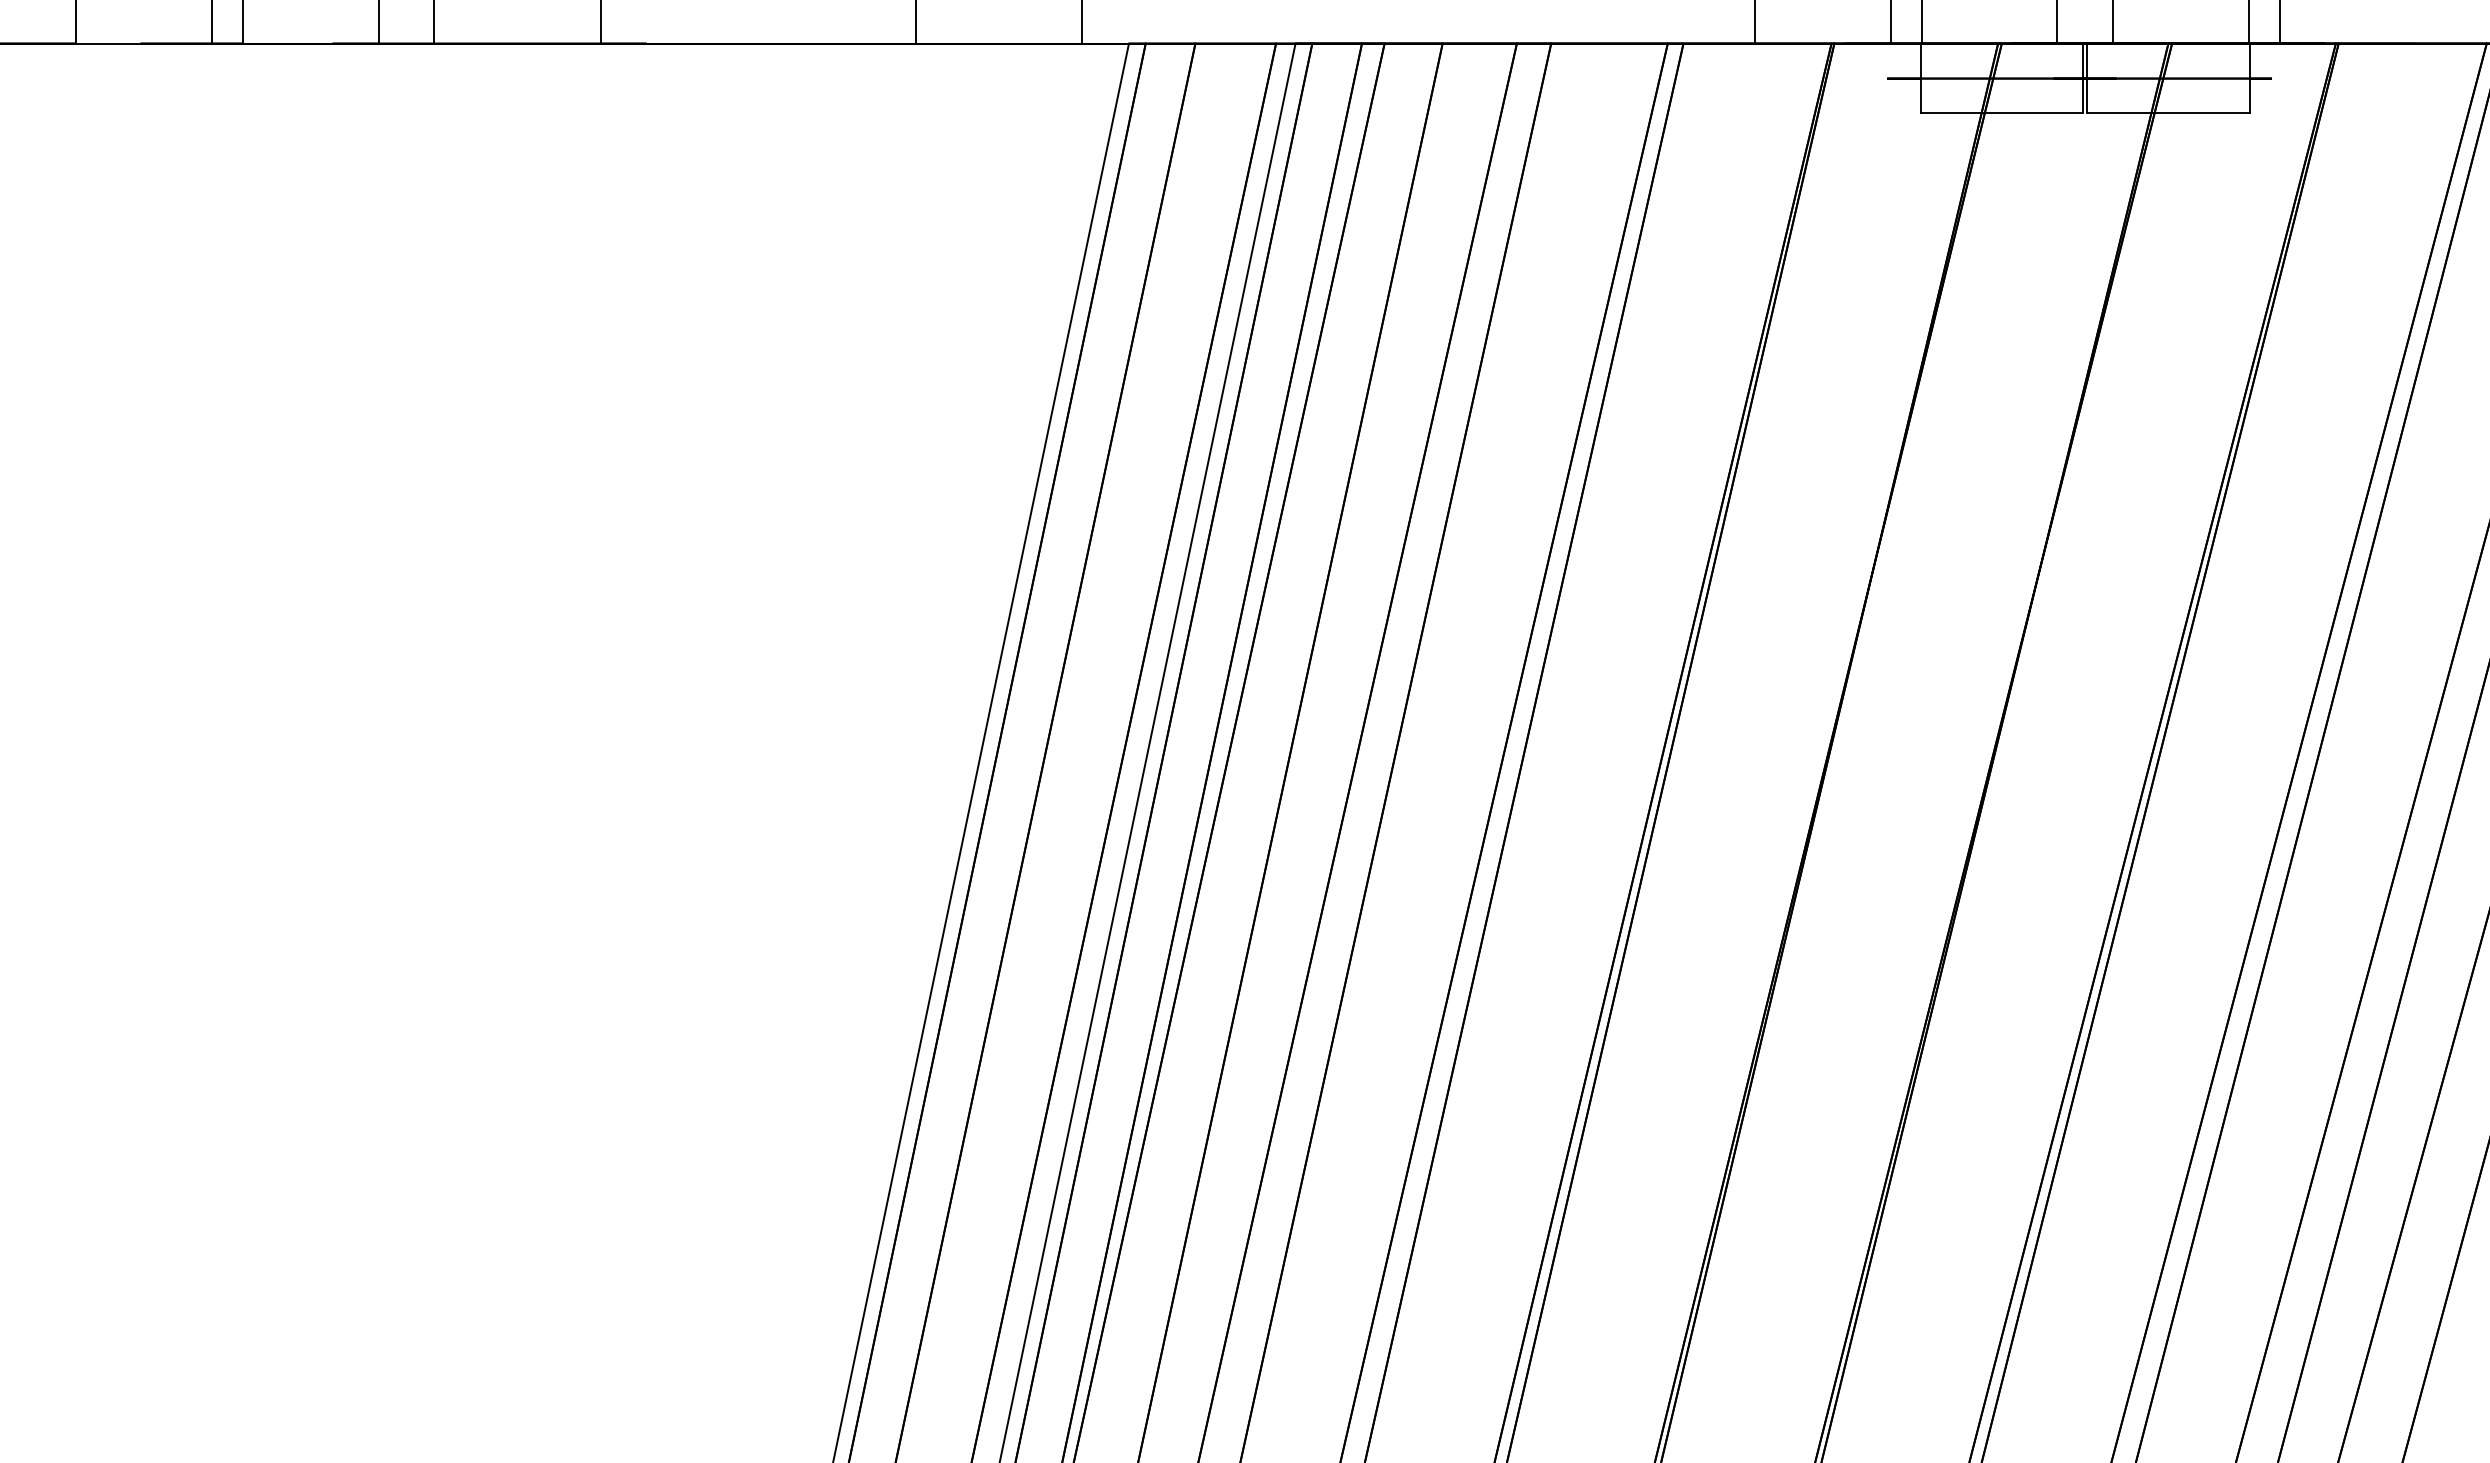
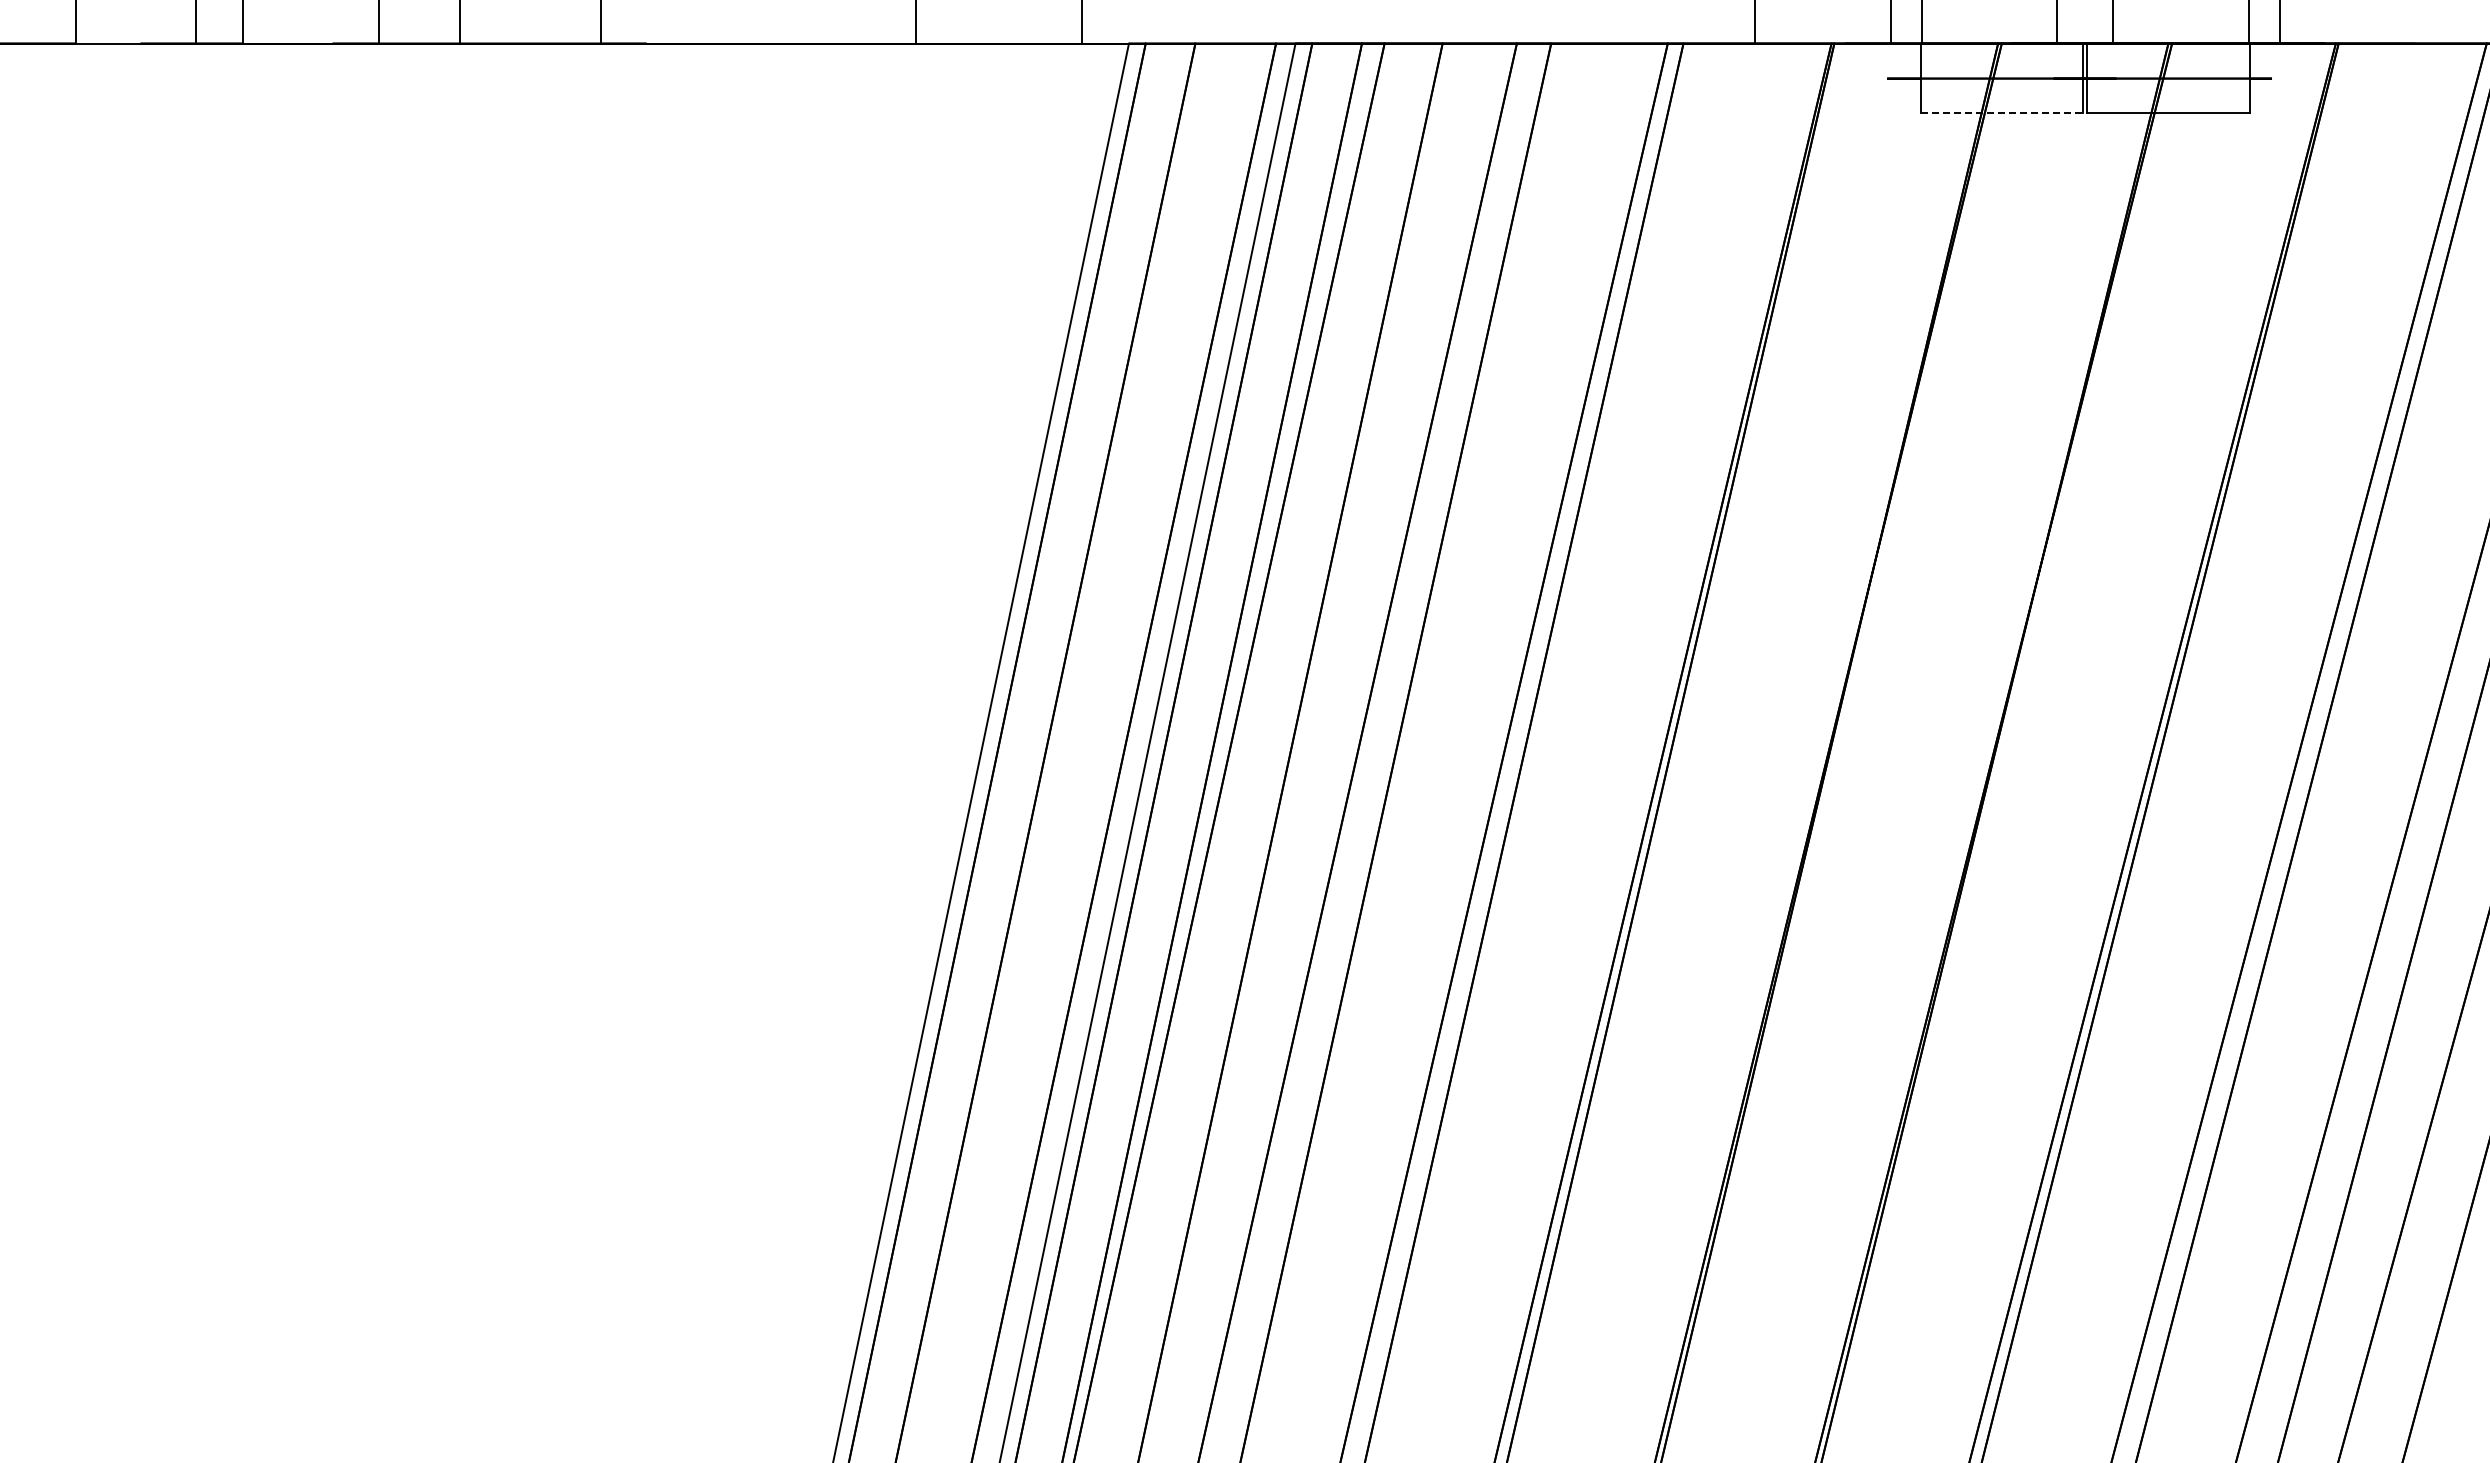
line at (211, 22) position: (211, 22) -> (195, 22)
line at (434, 22) position: (434, 22) -> (460, 22)
line at (2002, 113): solid -> dashed
